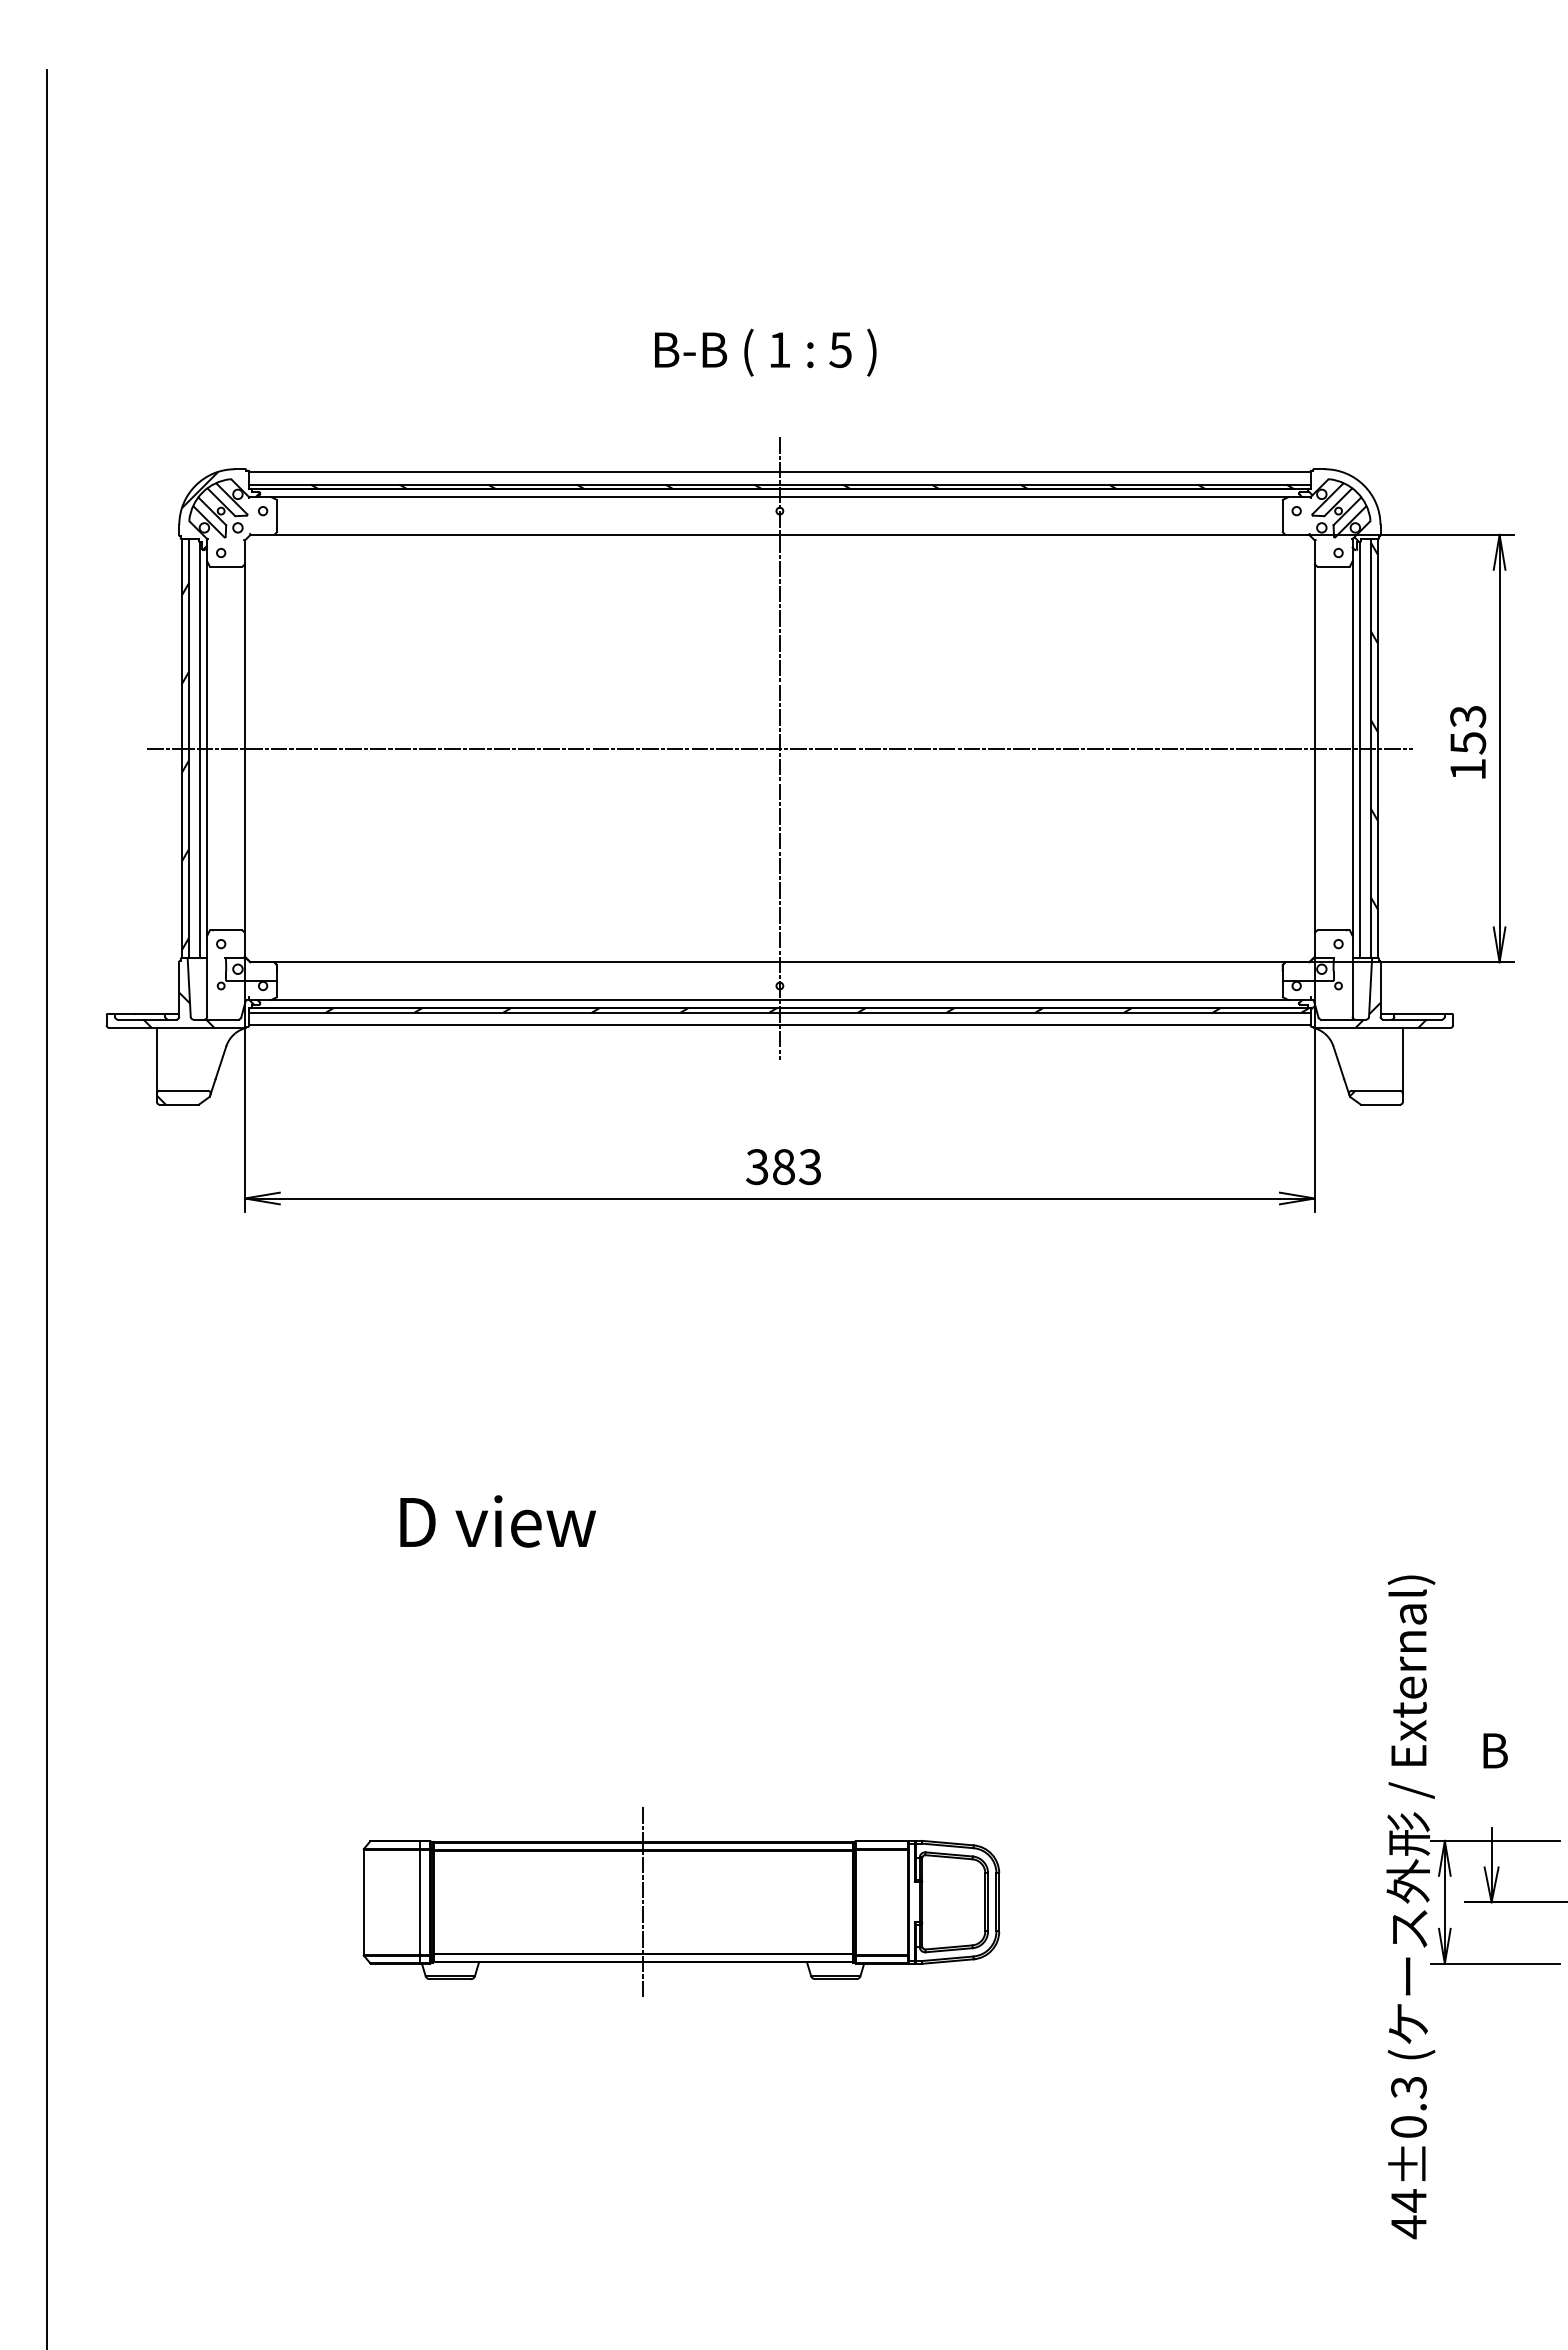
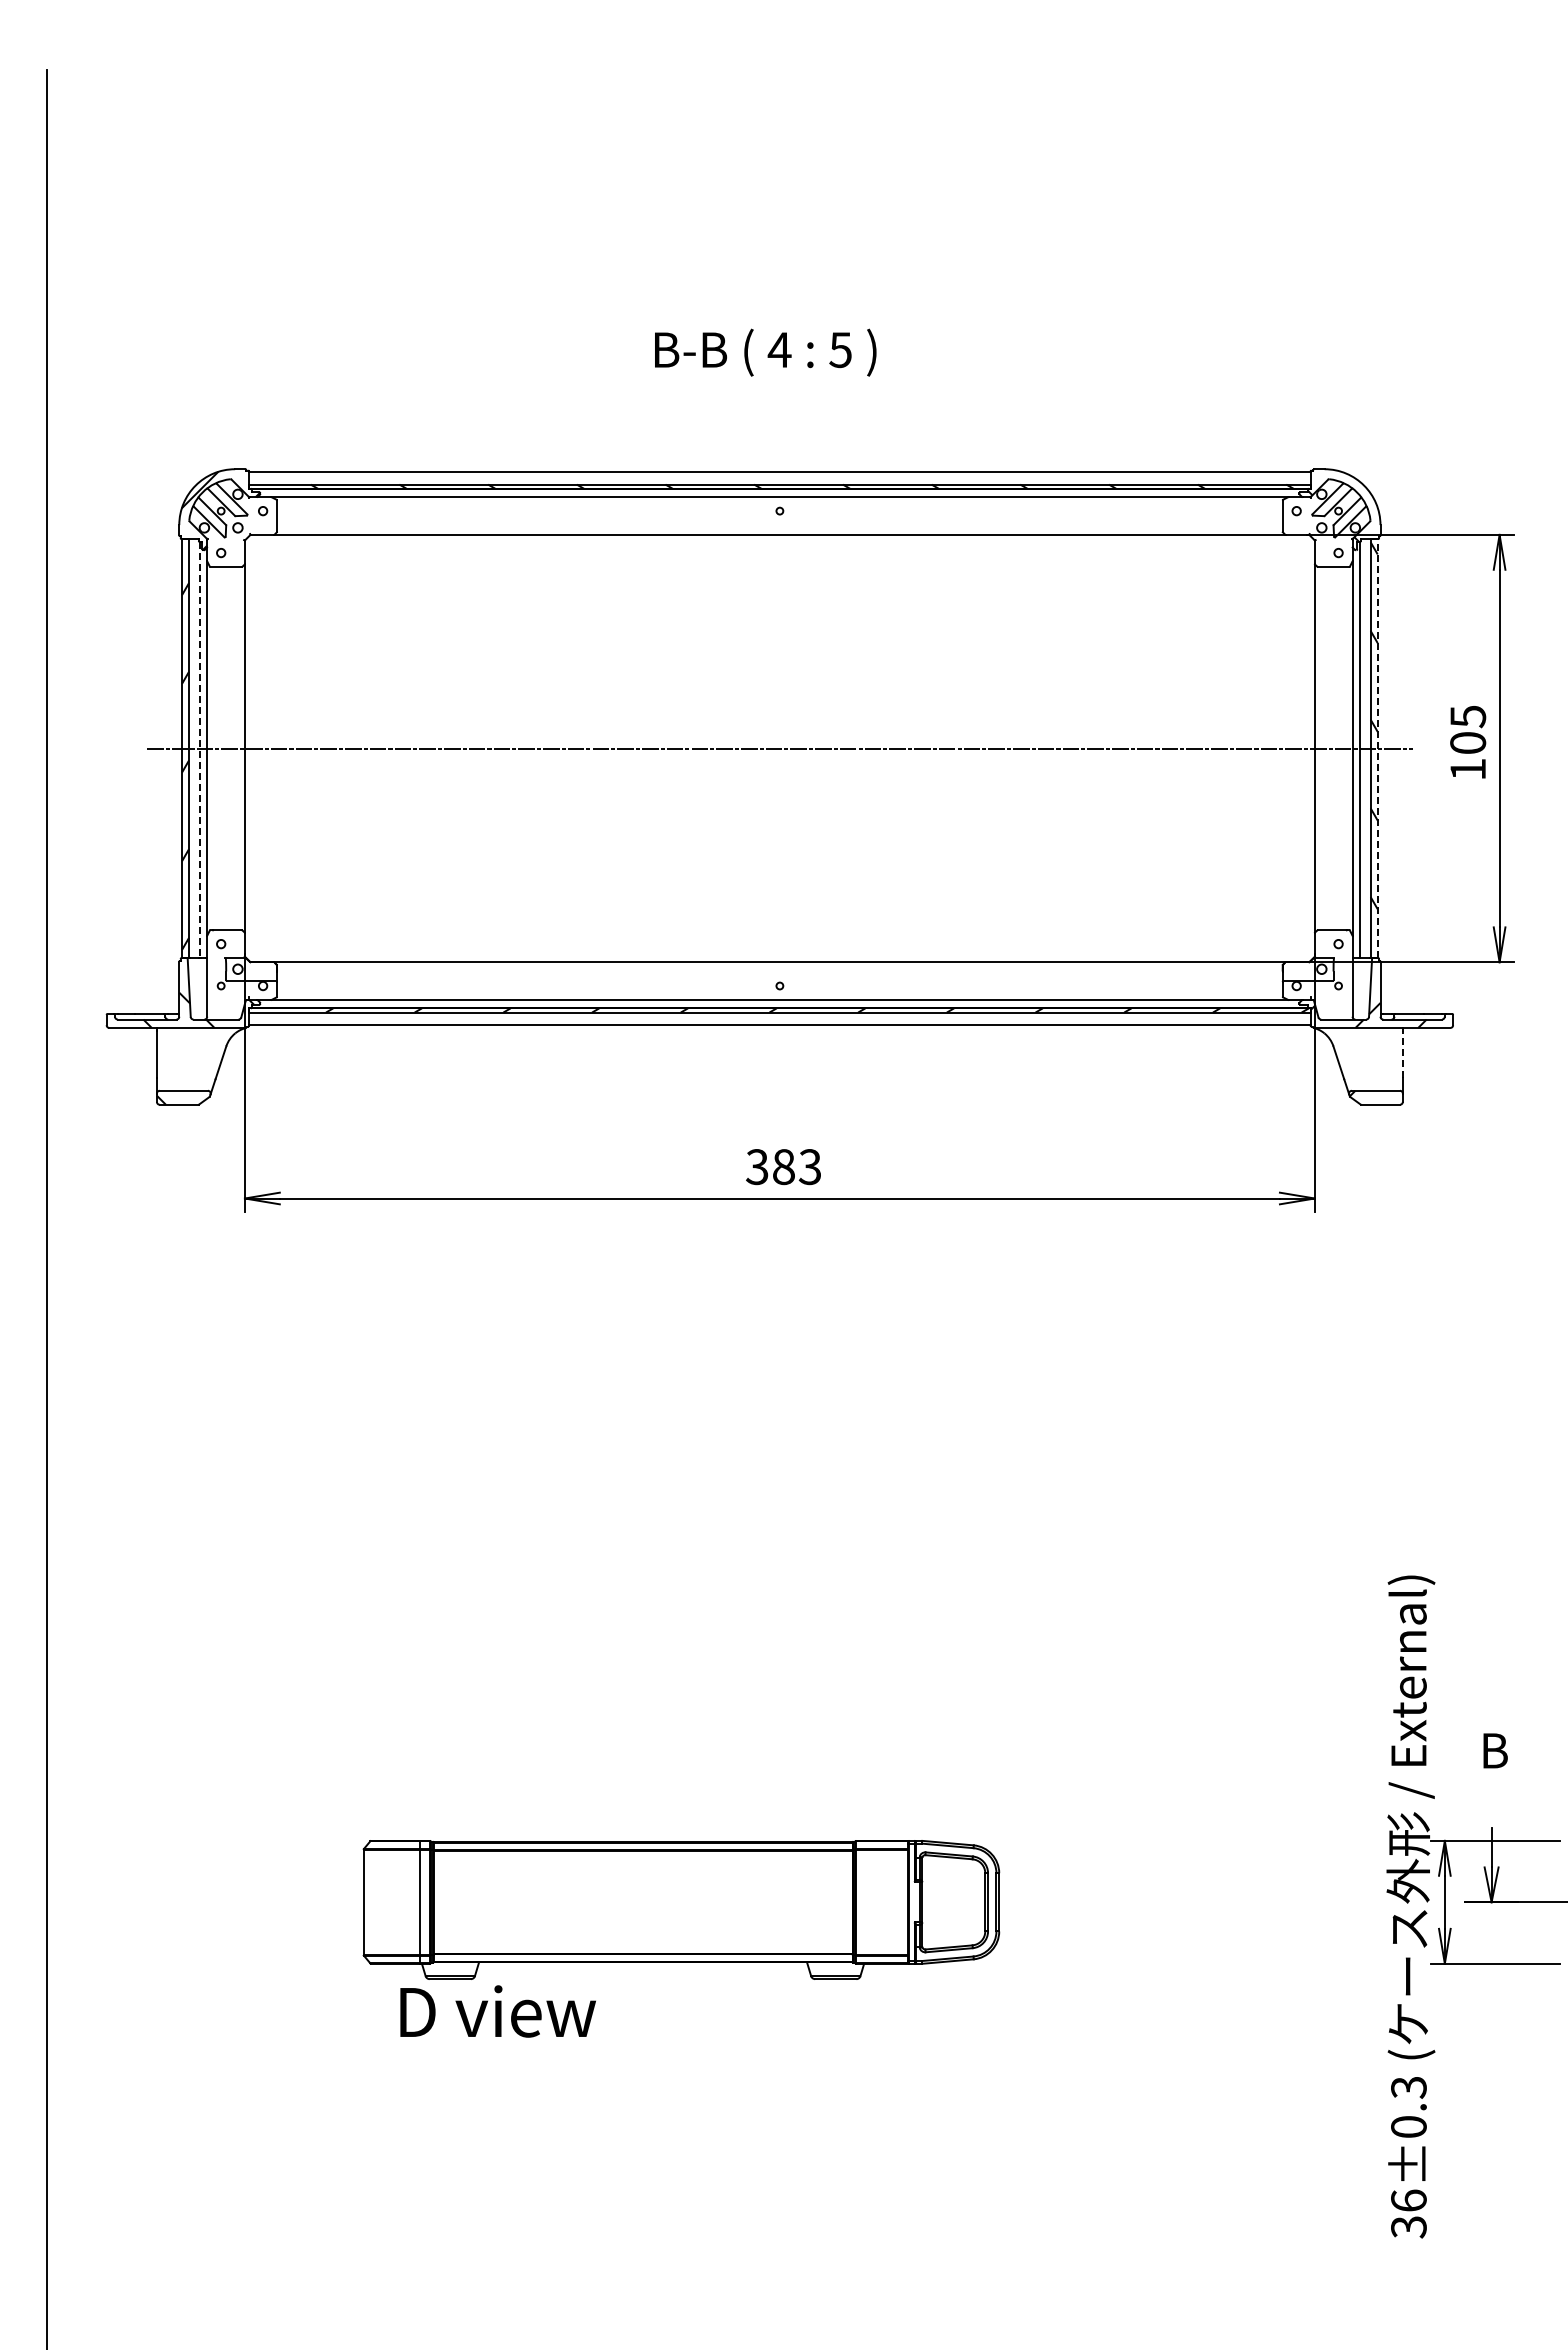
text at (779, 349): 1 -> 4
text at (1468, 730): 153 -> 105
line at (779, 748): present -> none
line at (1377, 748): solid -> dashed
line at (200, 750): solid -> dashed
line at (1402, 1054): solid -> dashed
text at (497, 1521) position: (497, 1521) -> (497, 2011)
line at (643, 1902): present -> none
text at (1408, 2214): 44±0.3 -> 36±0.3
